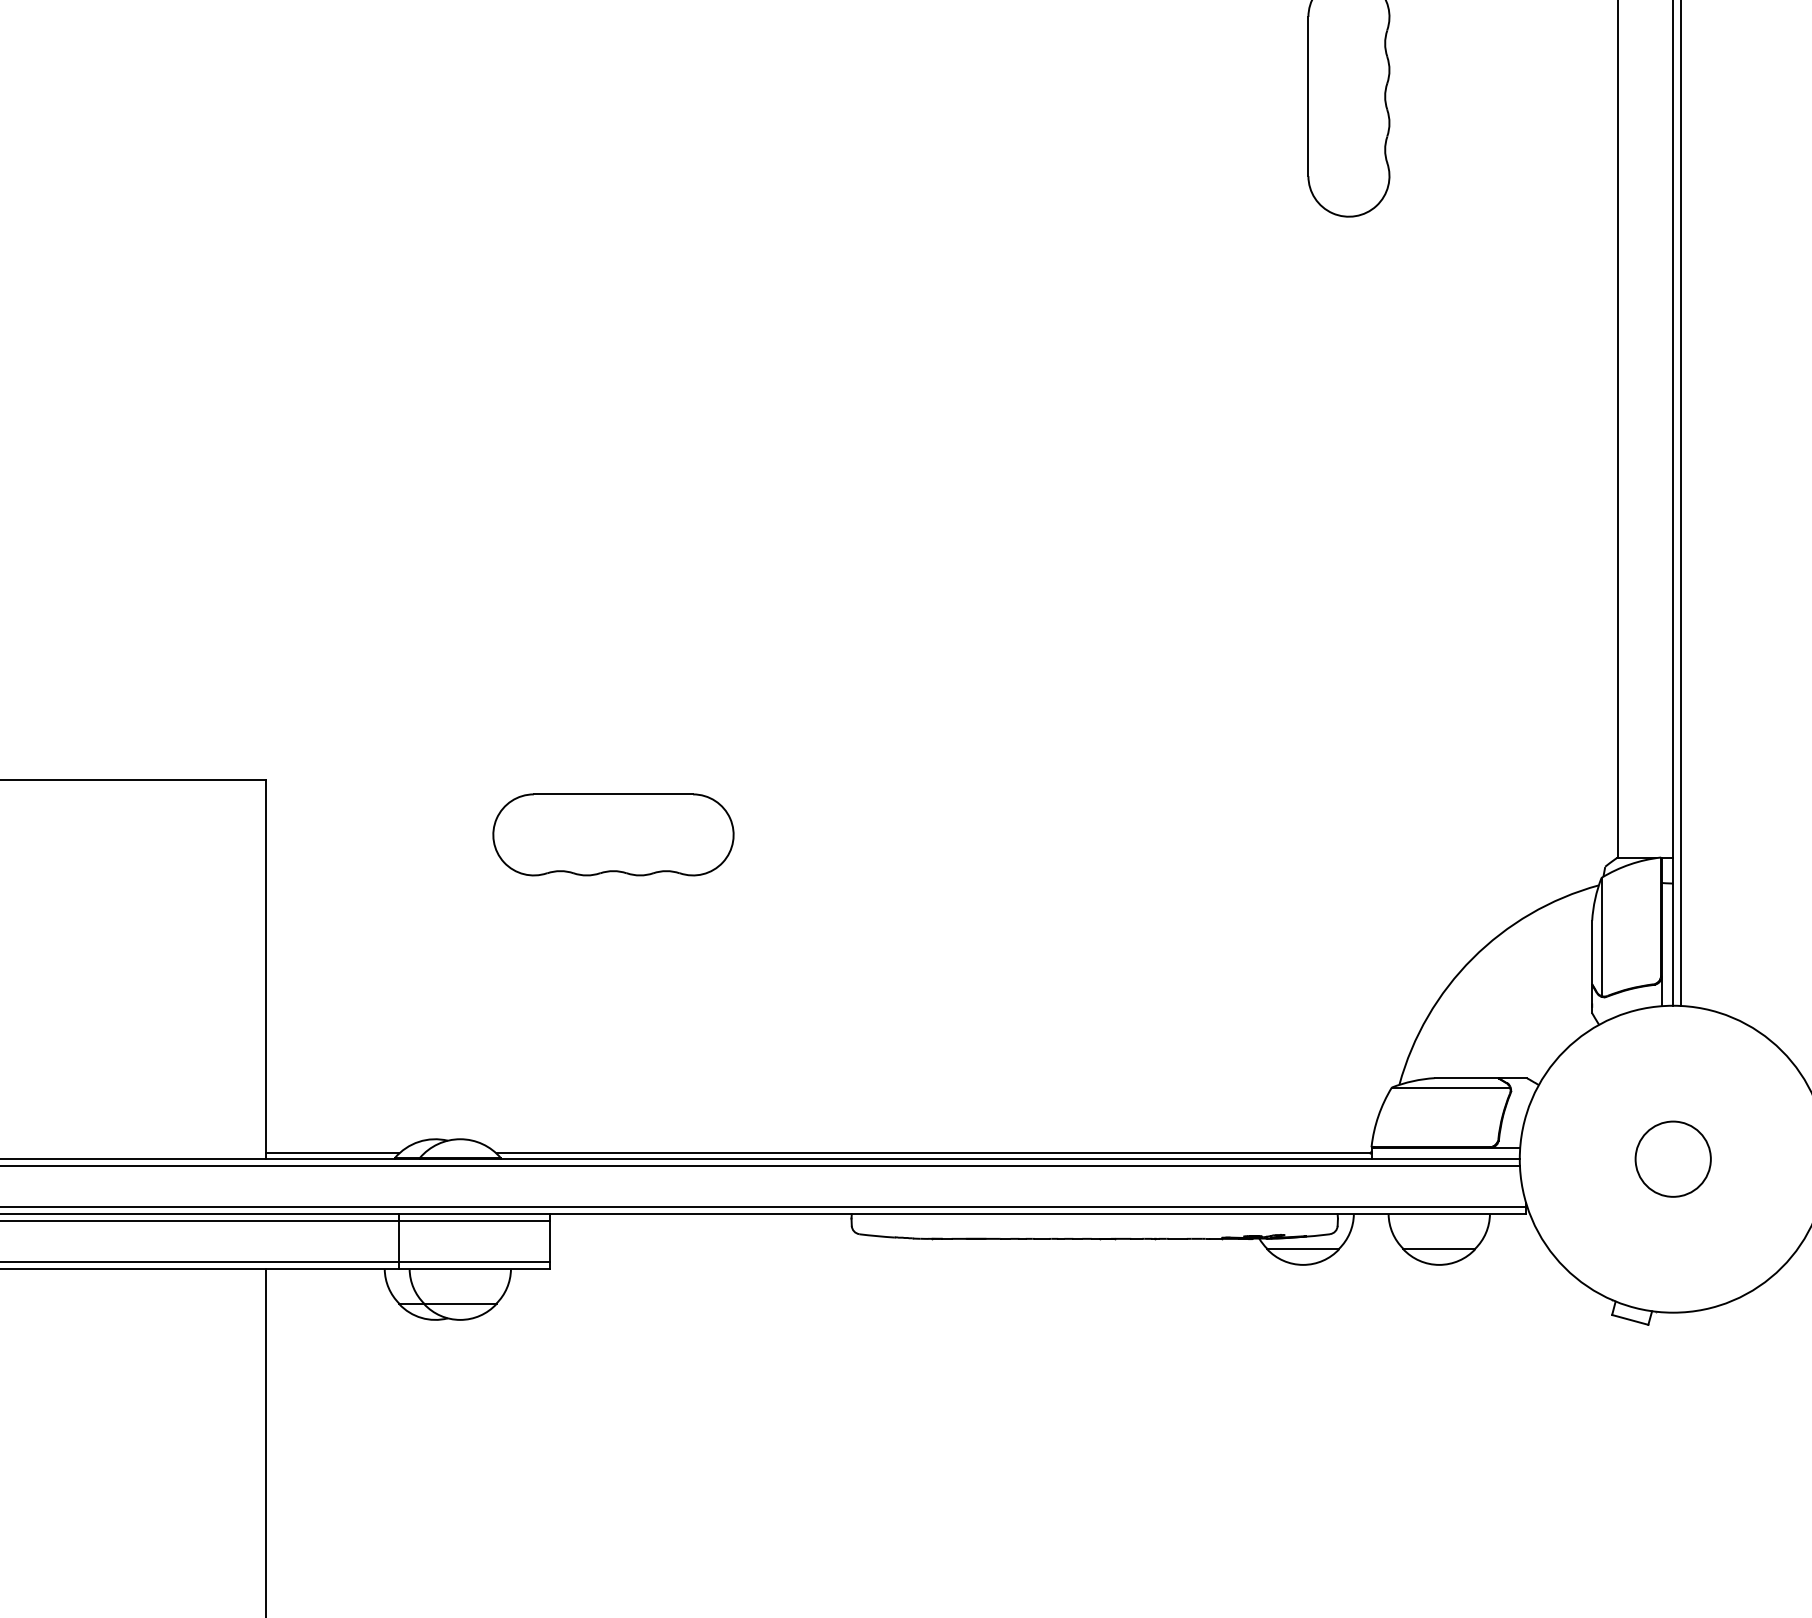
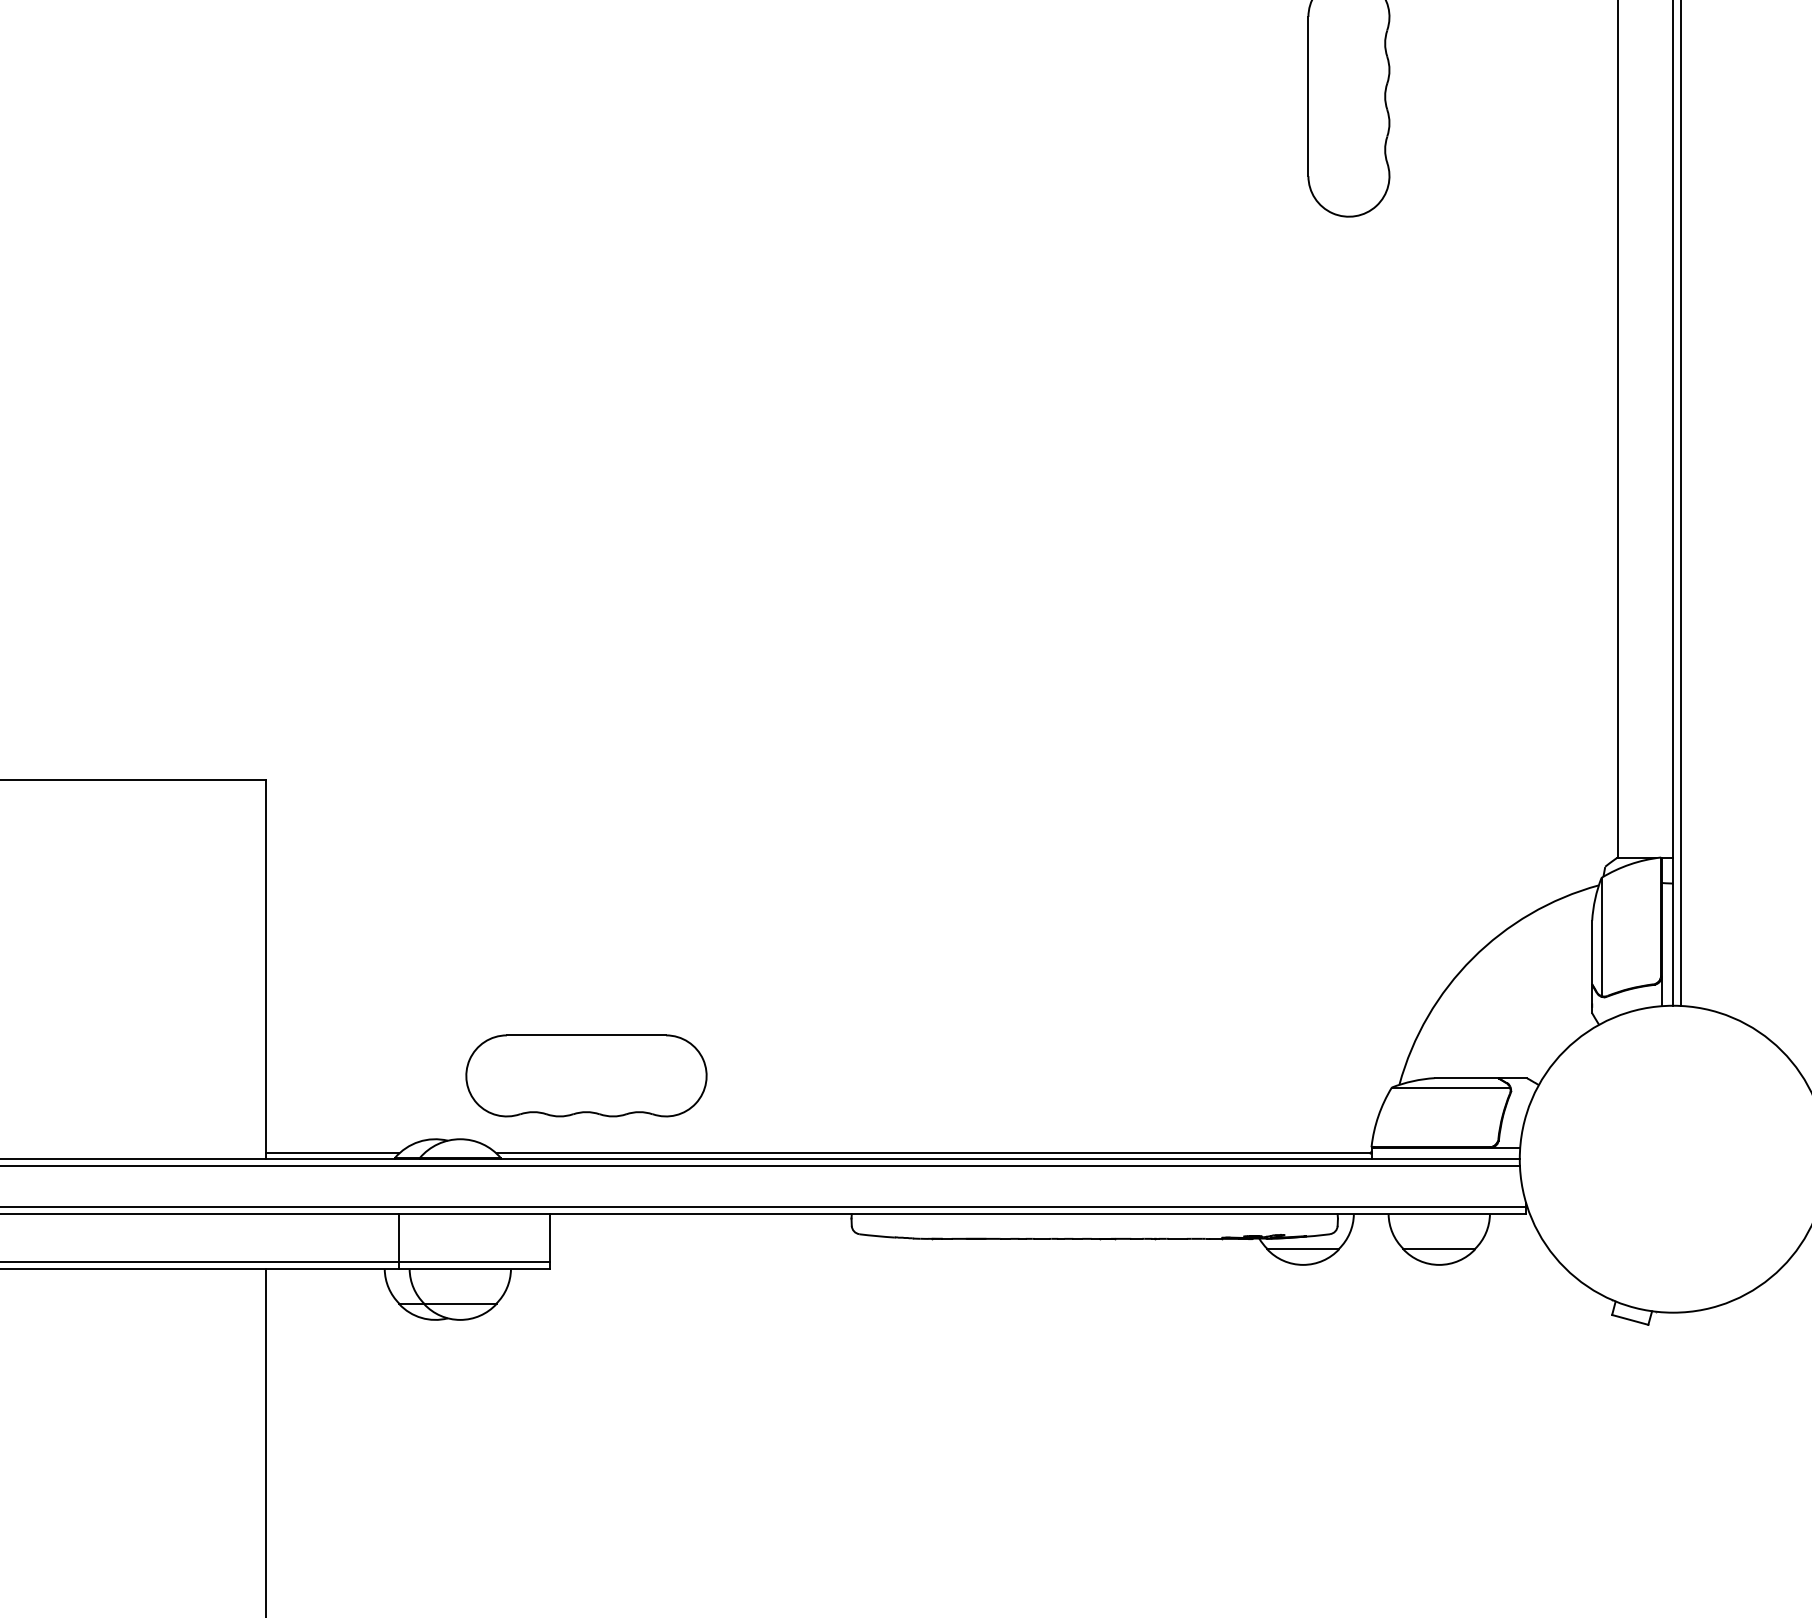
part at (613, 834) position: (613, 834) -> (586, 1075)
circle at (1672, 1158): present -> none
line at (276, 1221): present -> none
